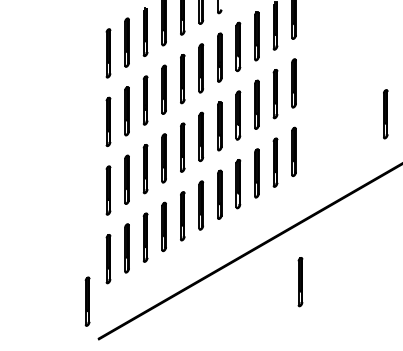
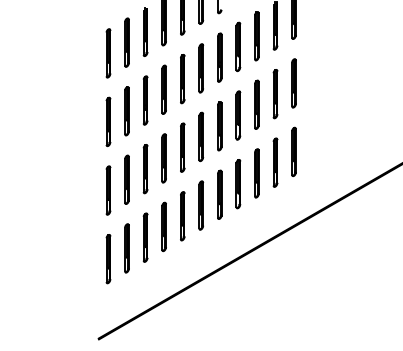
part at (385, 114): present -> none
part at (300, 282): present -> none
part at (87, 301): present -> none
